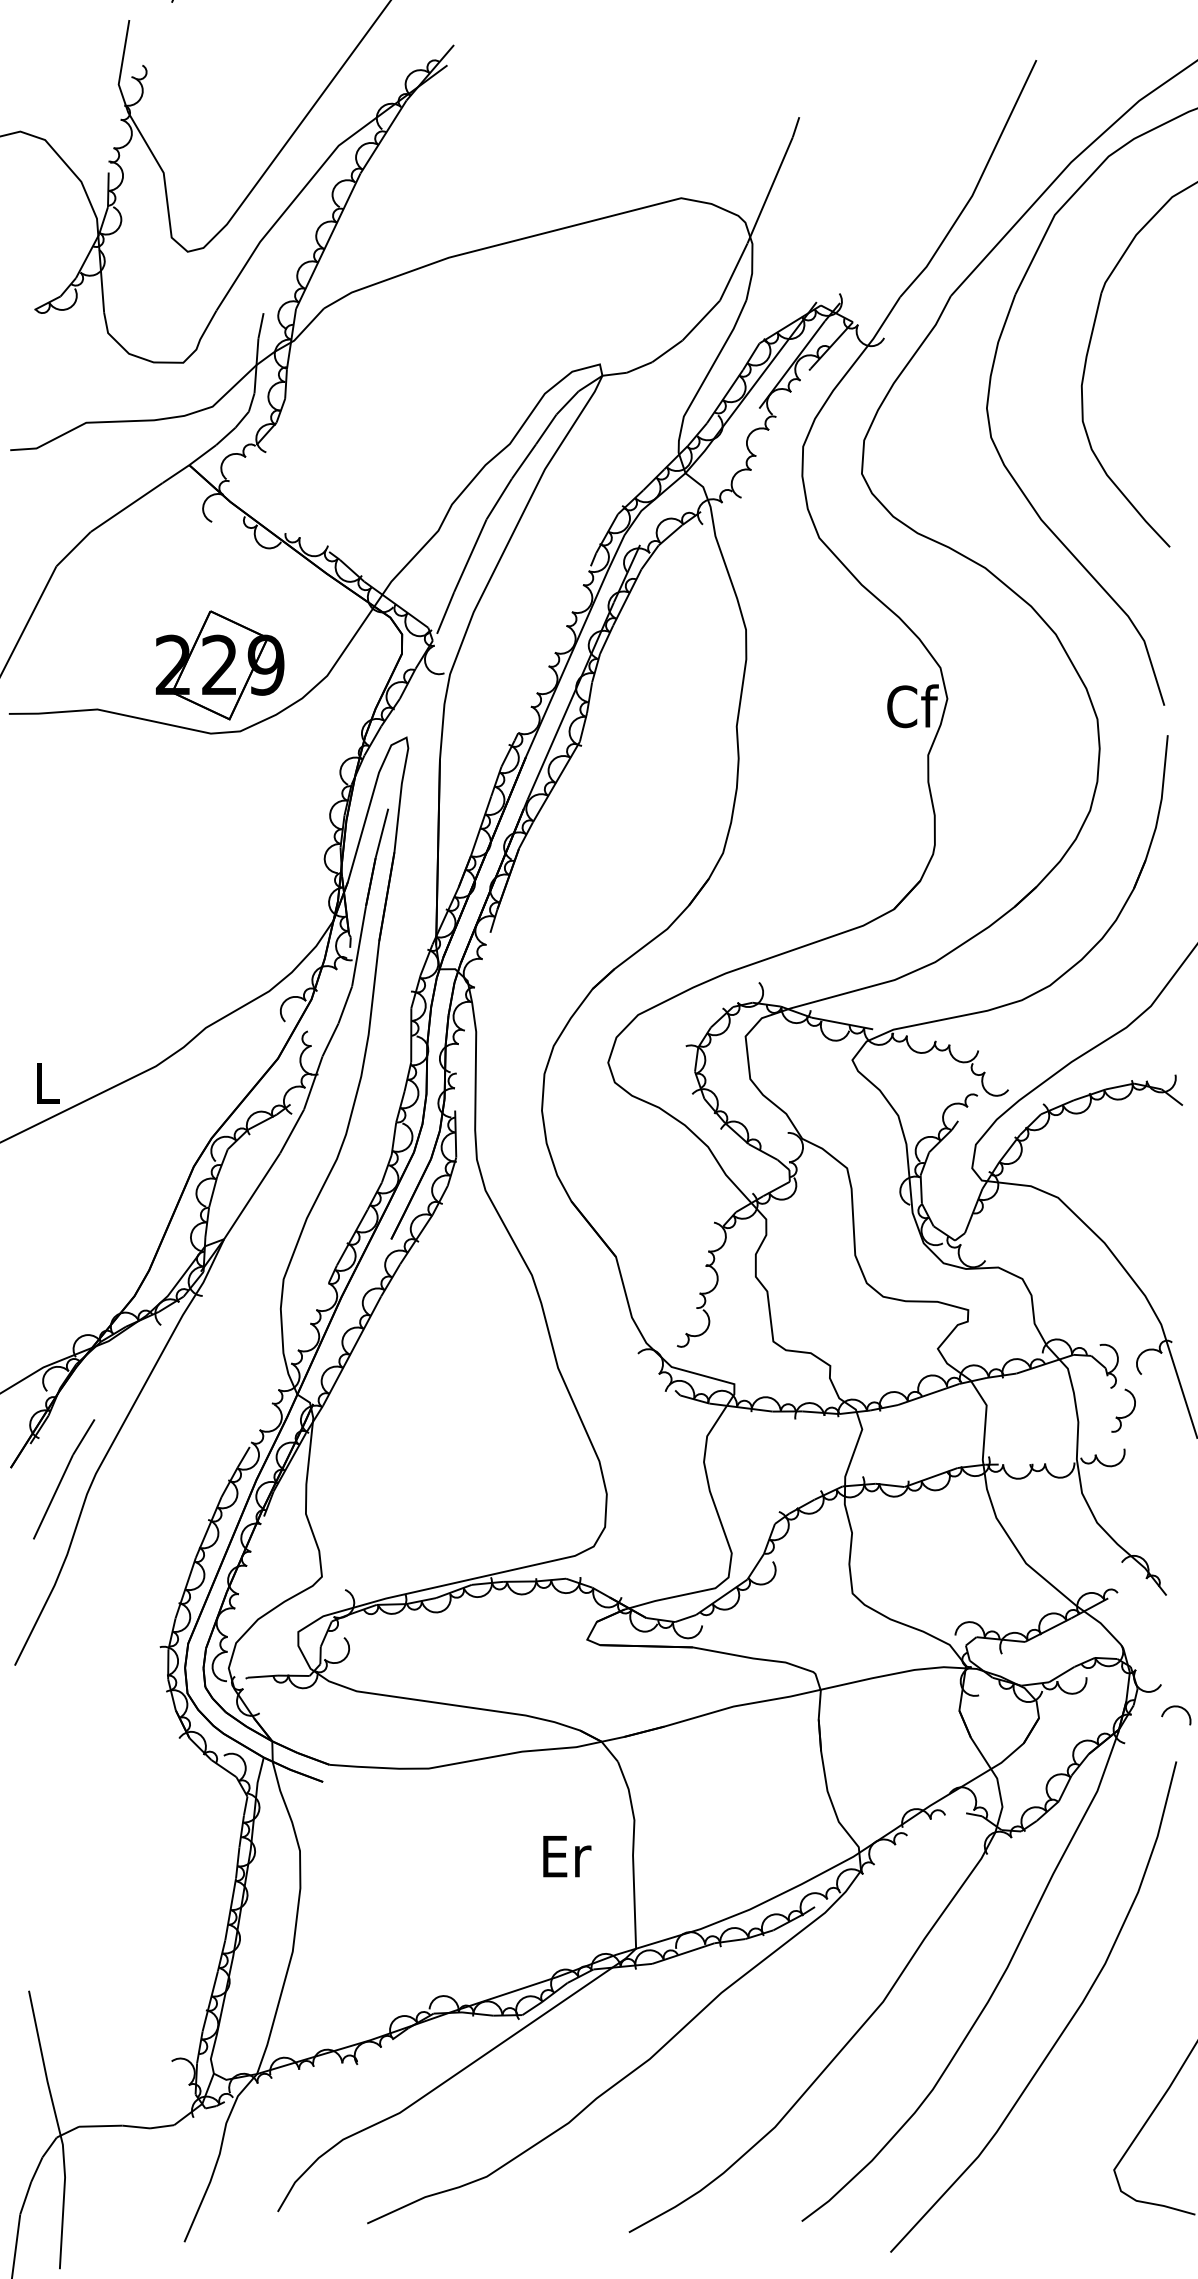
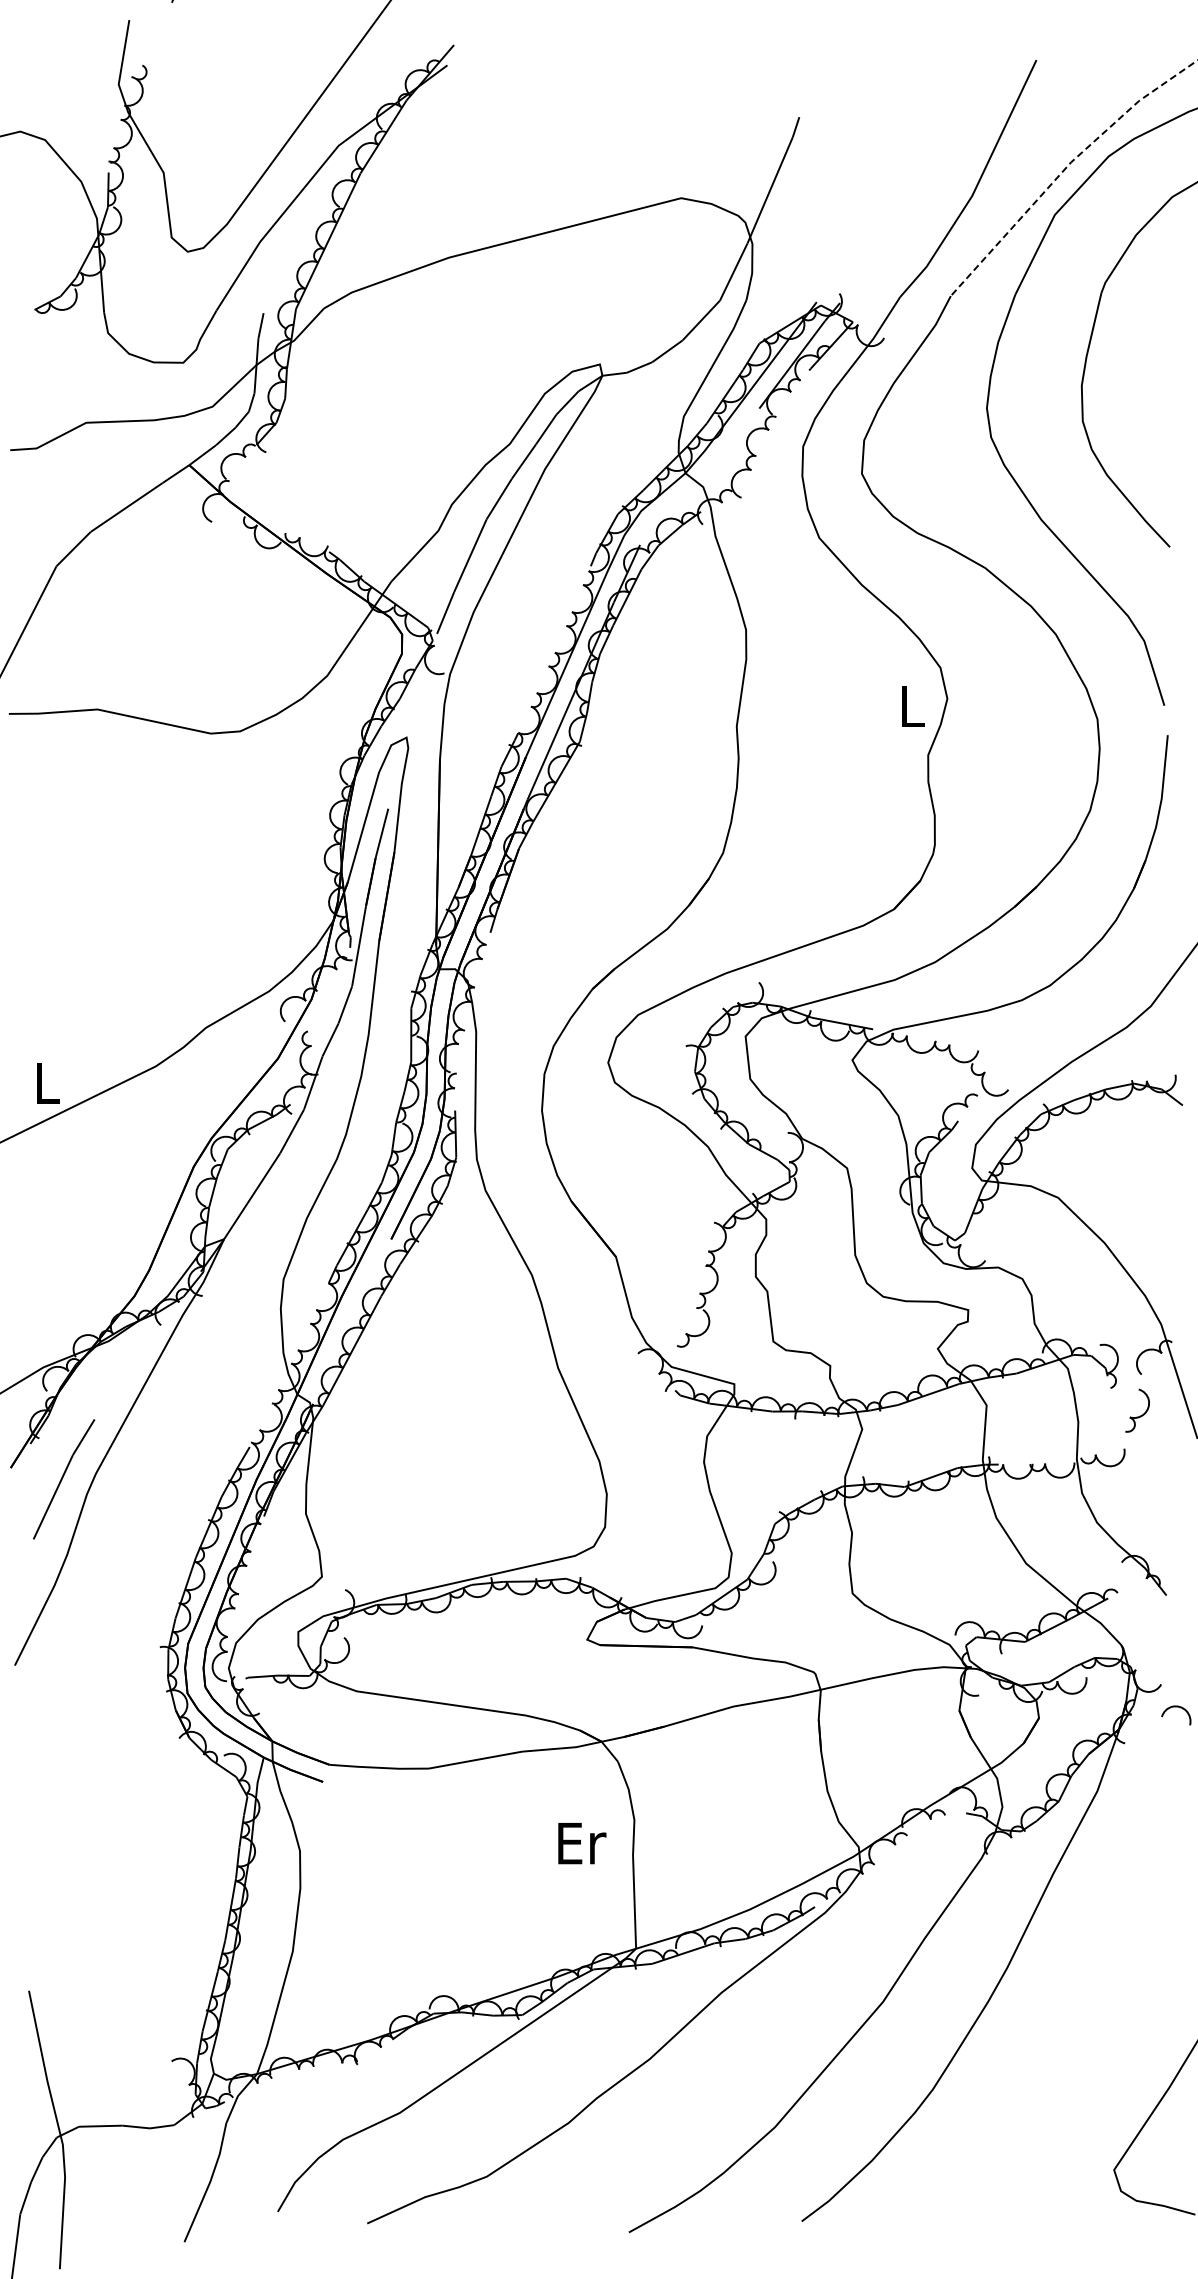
line at (1065, 168): solid -> dashed
part at (220, 665): present -> none
text at (912, 706): Cf -> L
part at (1123, 1410) position: (1123, 1410) -> (1137, 1410)
text at (567, 1856) position: (567, 1856) -> (582, 1843)
curve at (1064, 2027): present -> none
